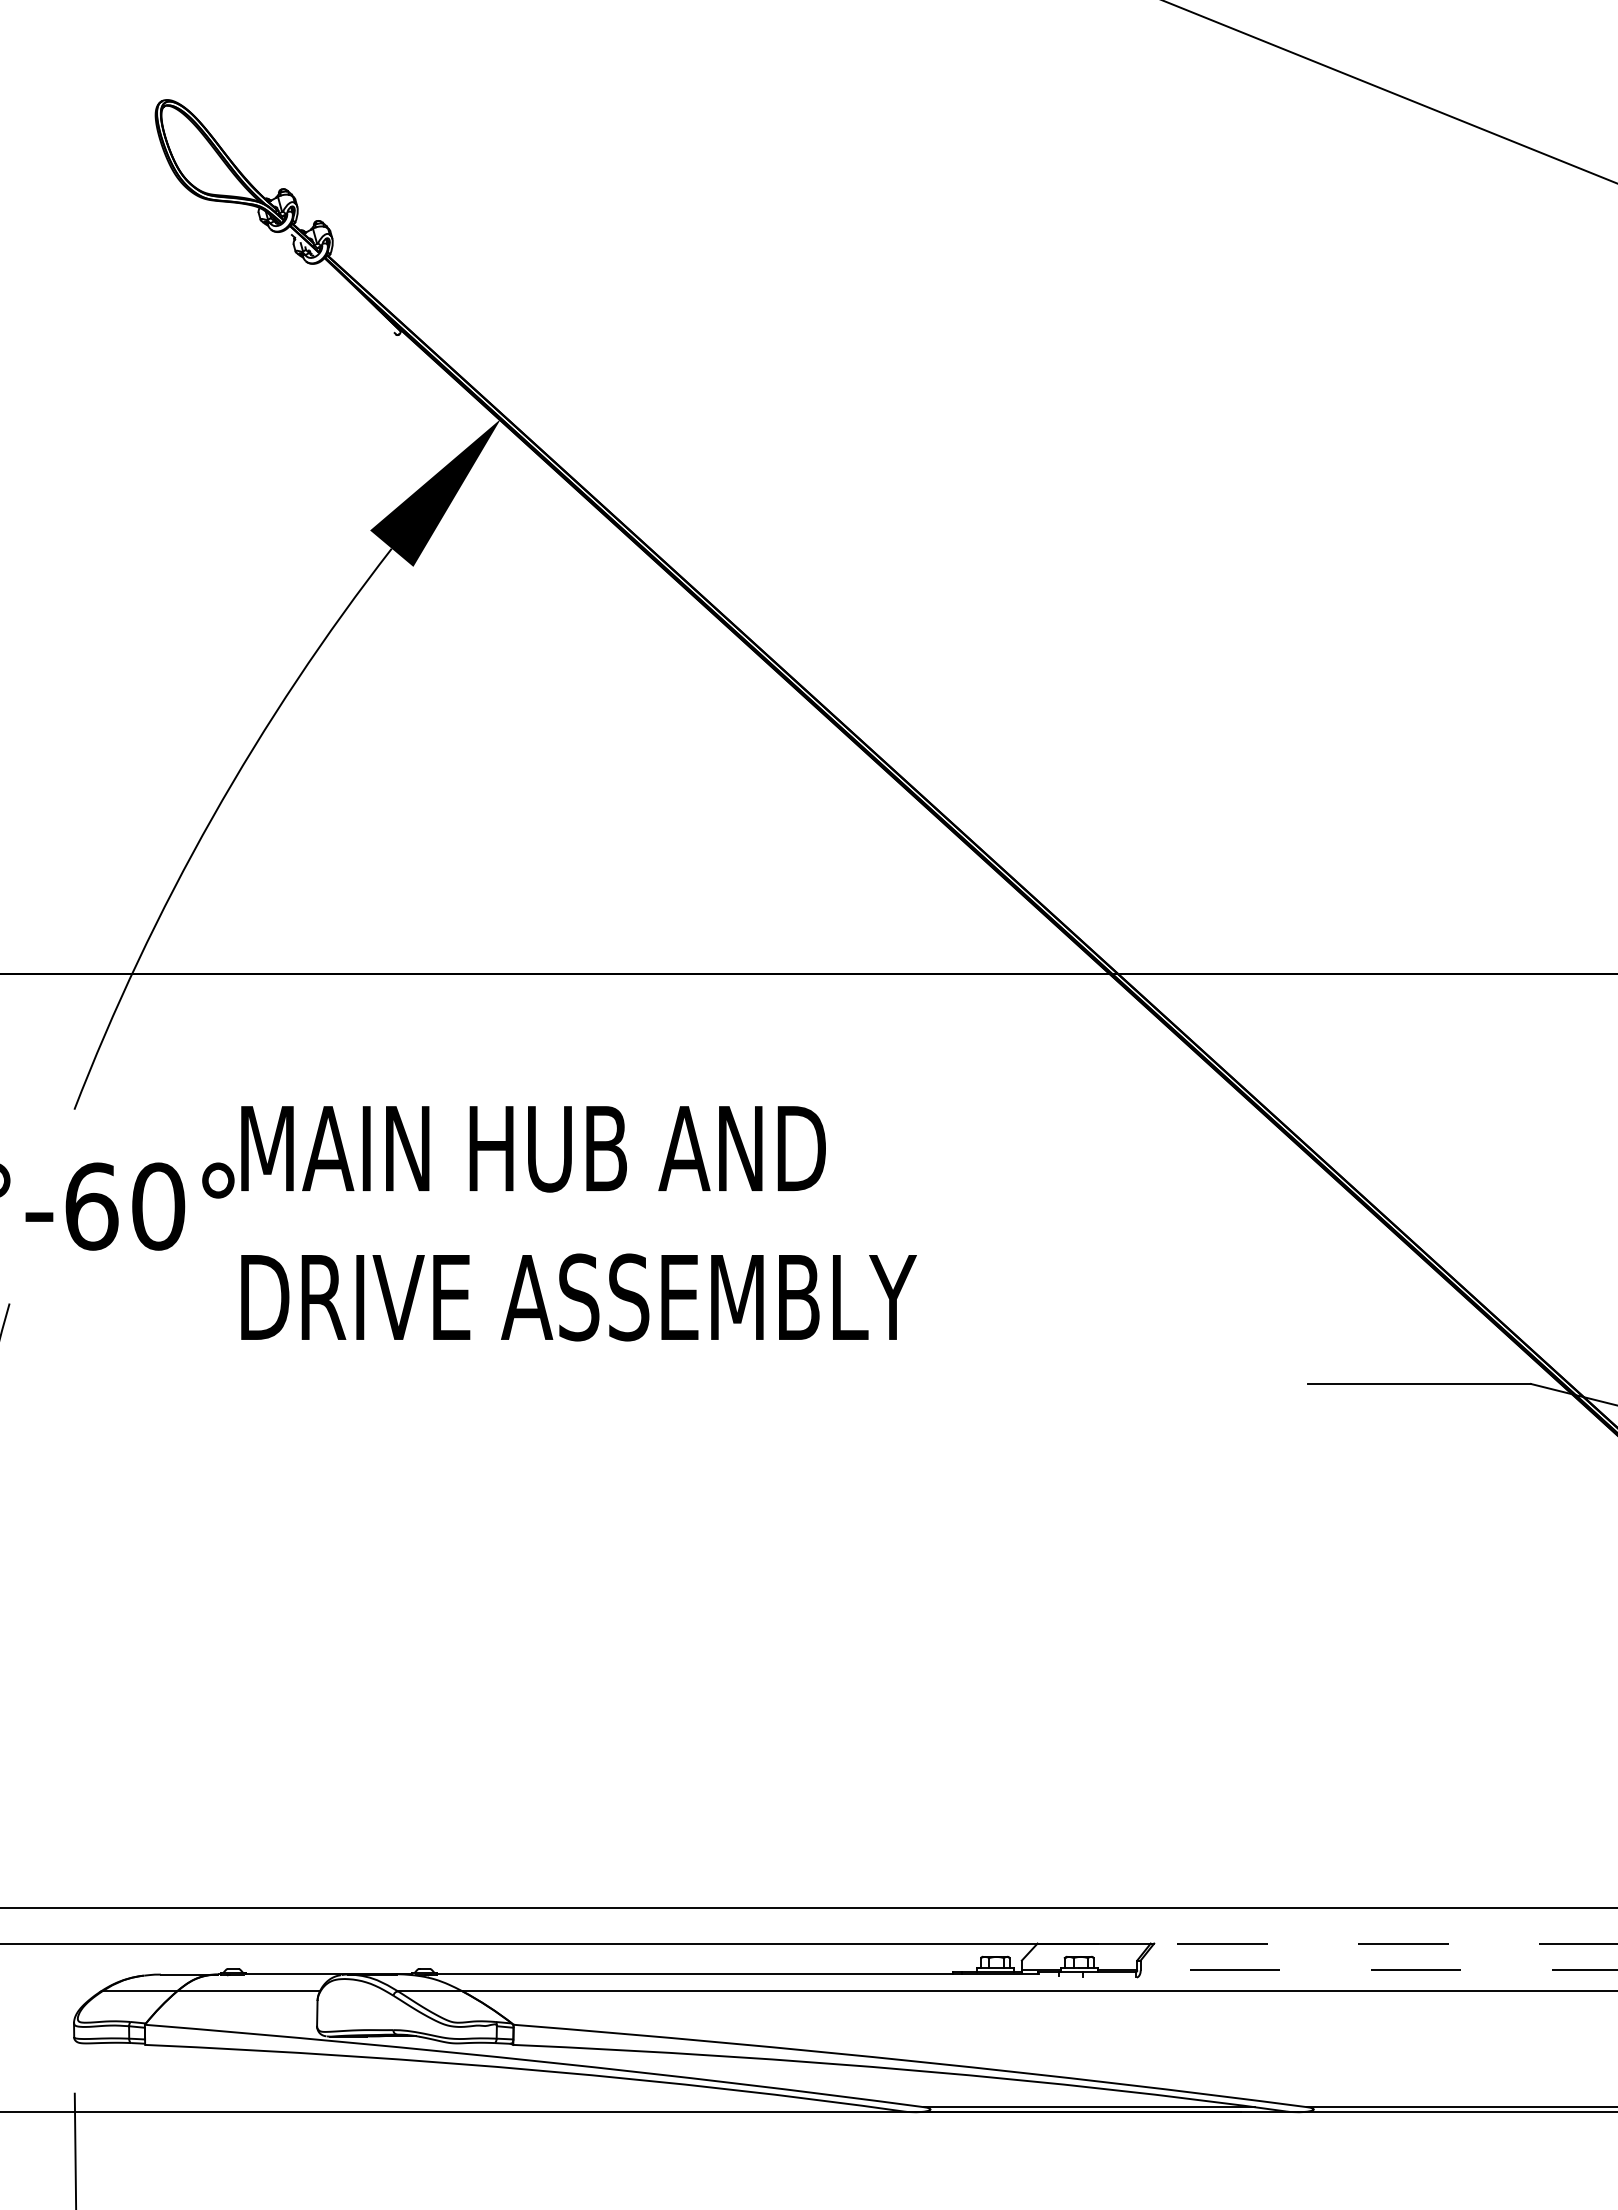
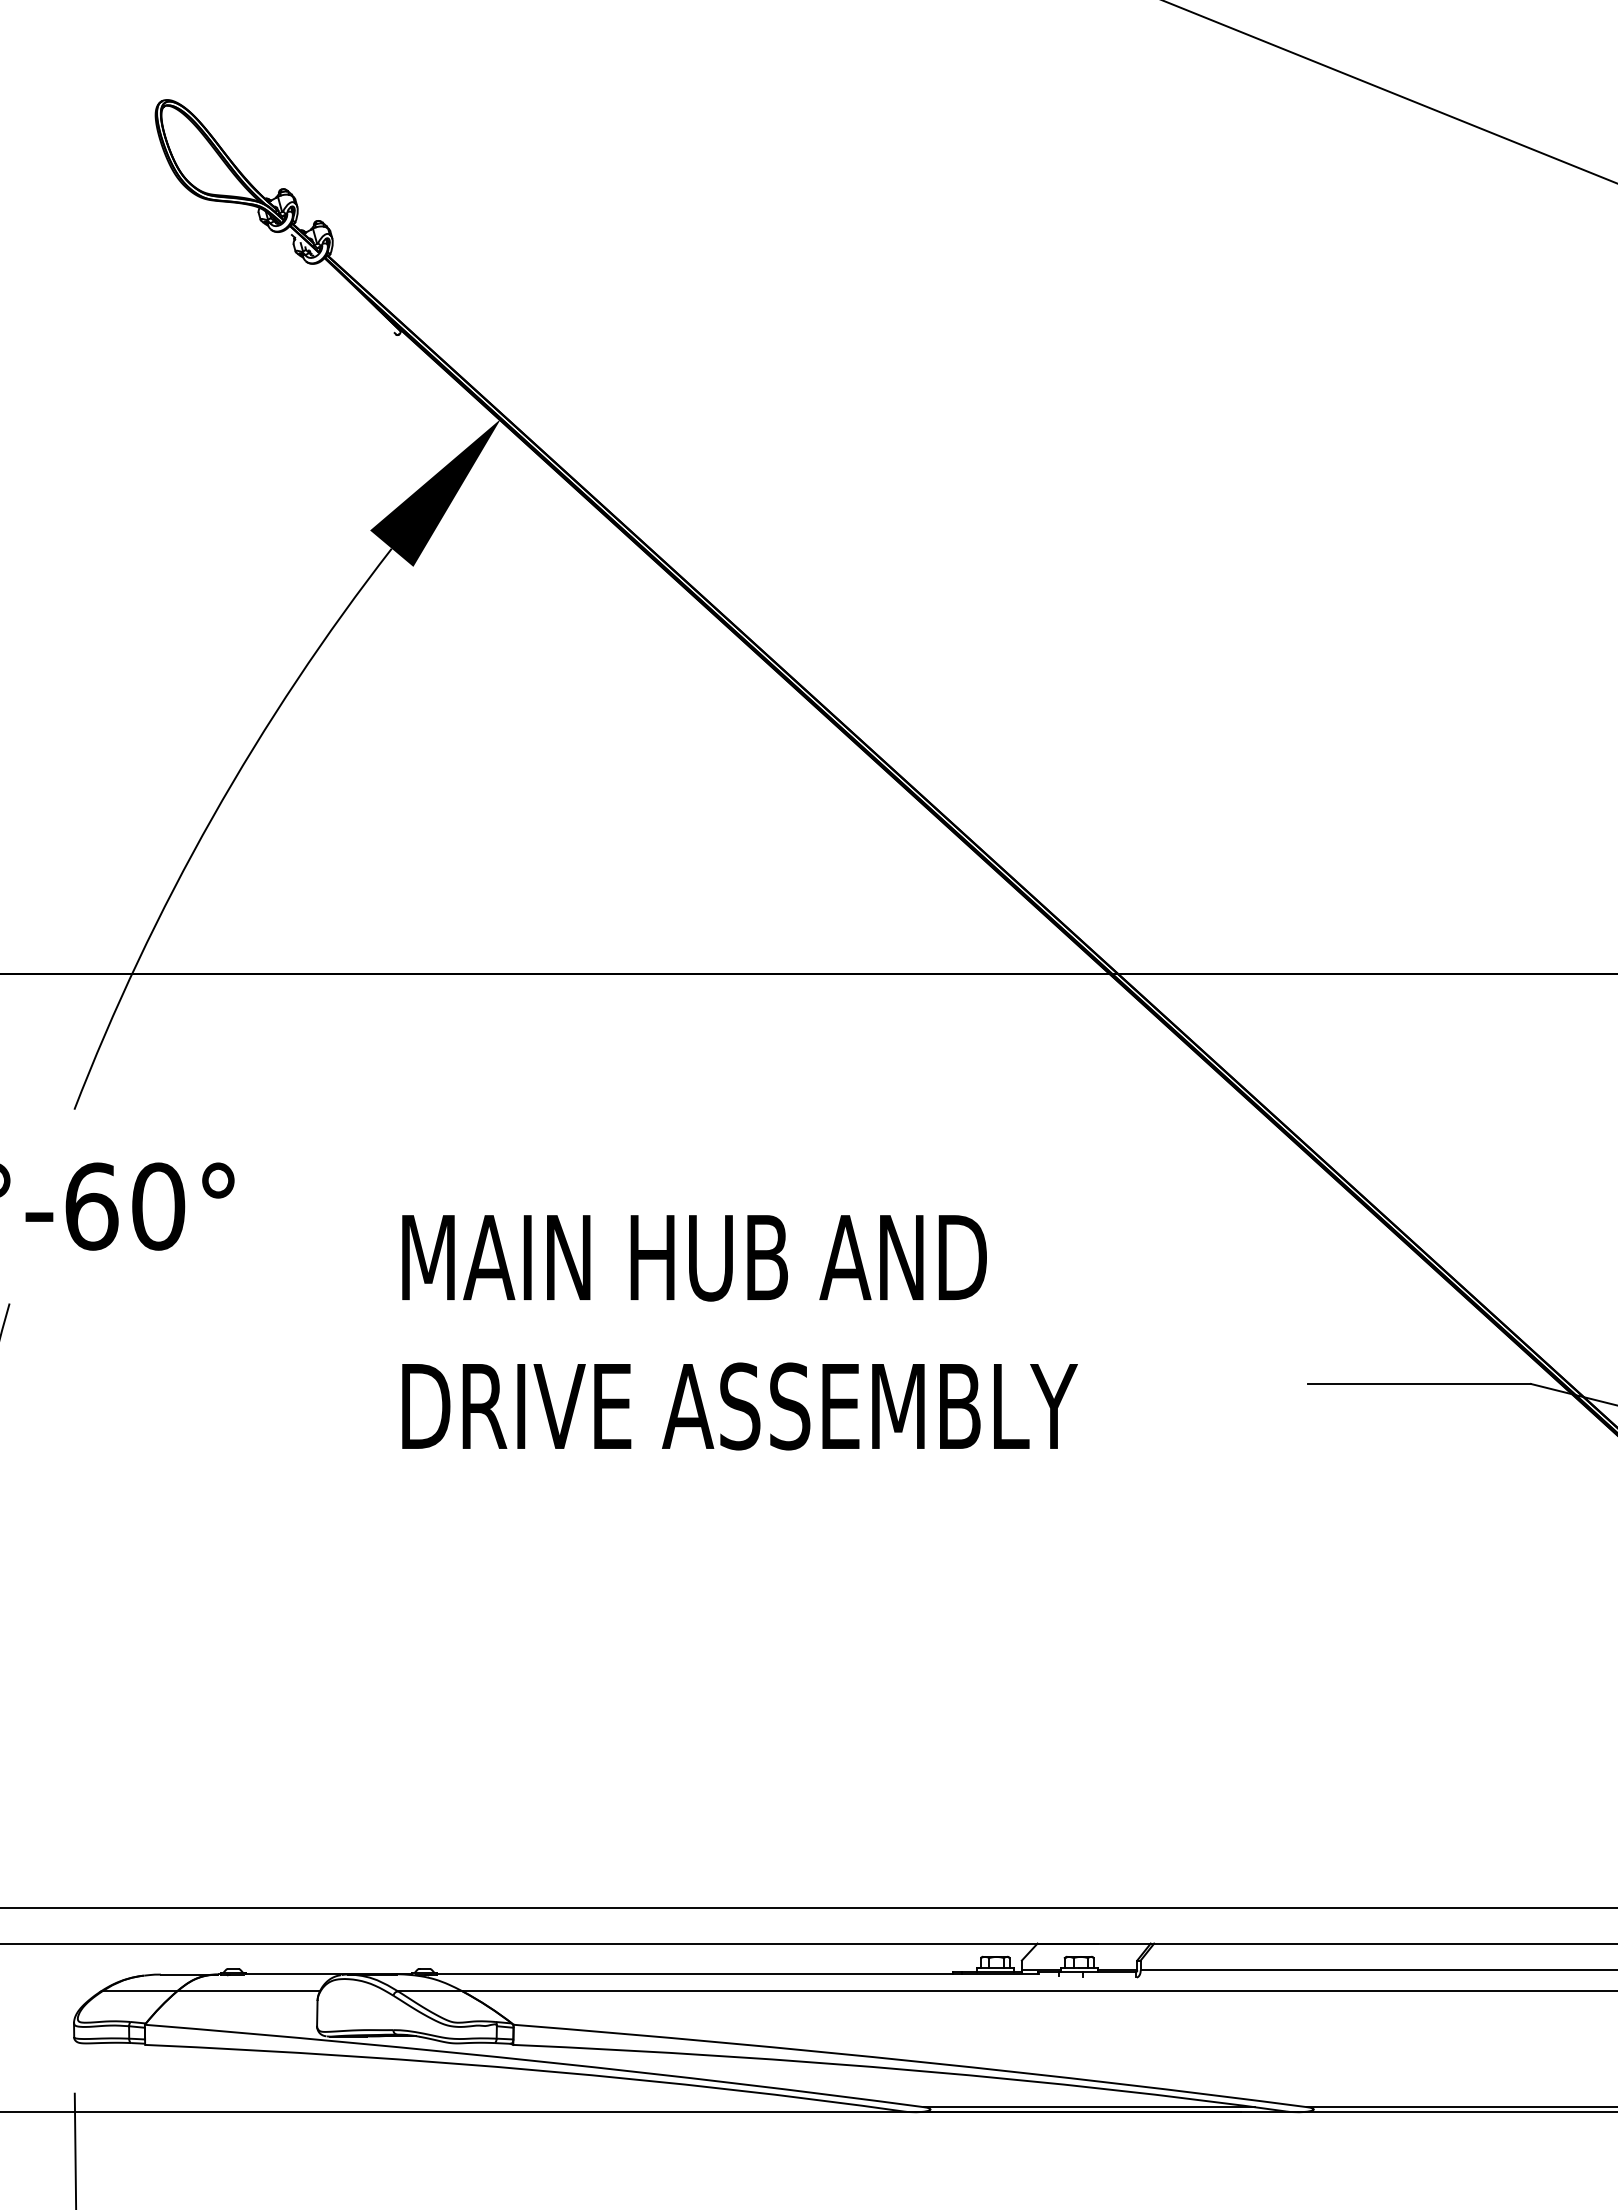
text at (578, 1223) position: (578, 1223) -> (739, 1332)
line at (1385, 1943): dashed -> solid
line at (1378, 1970): dashed -> solid
